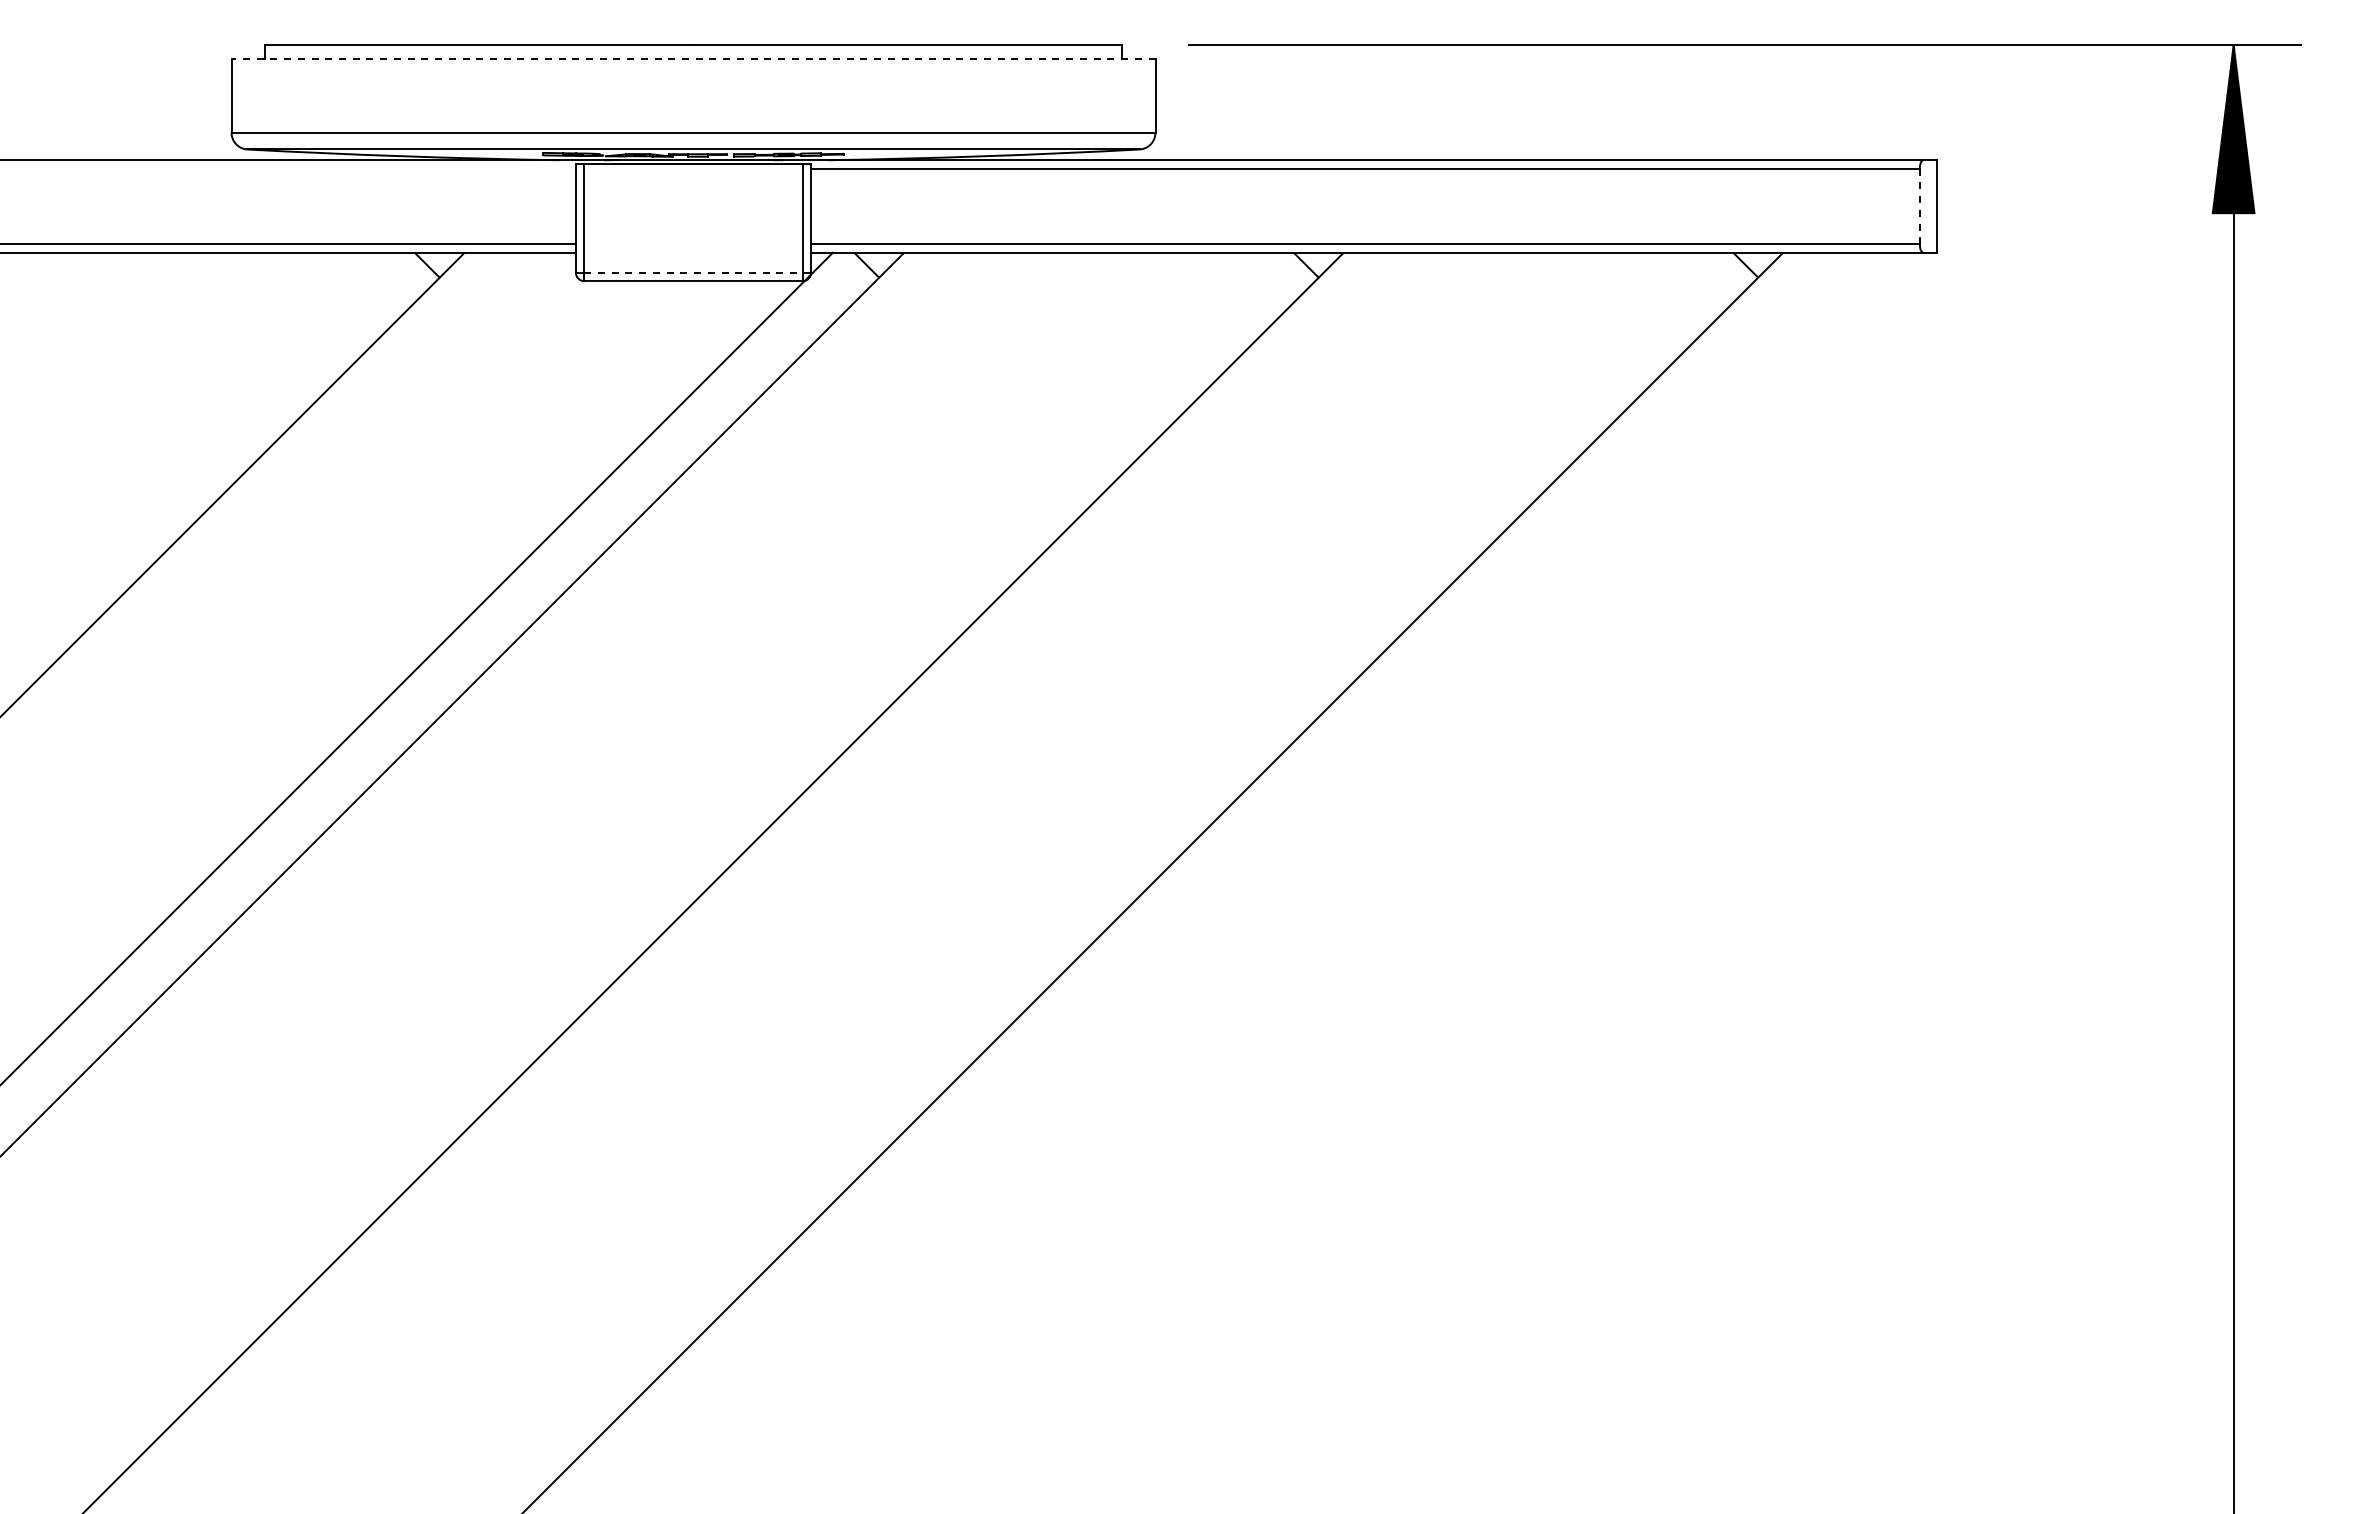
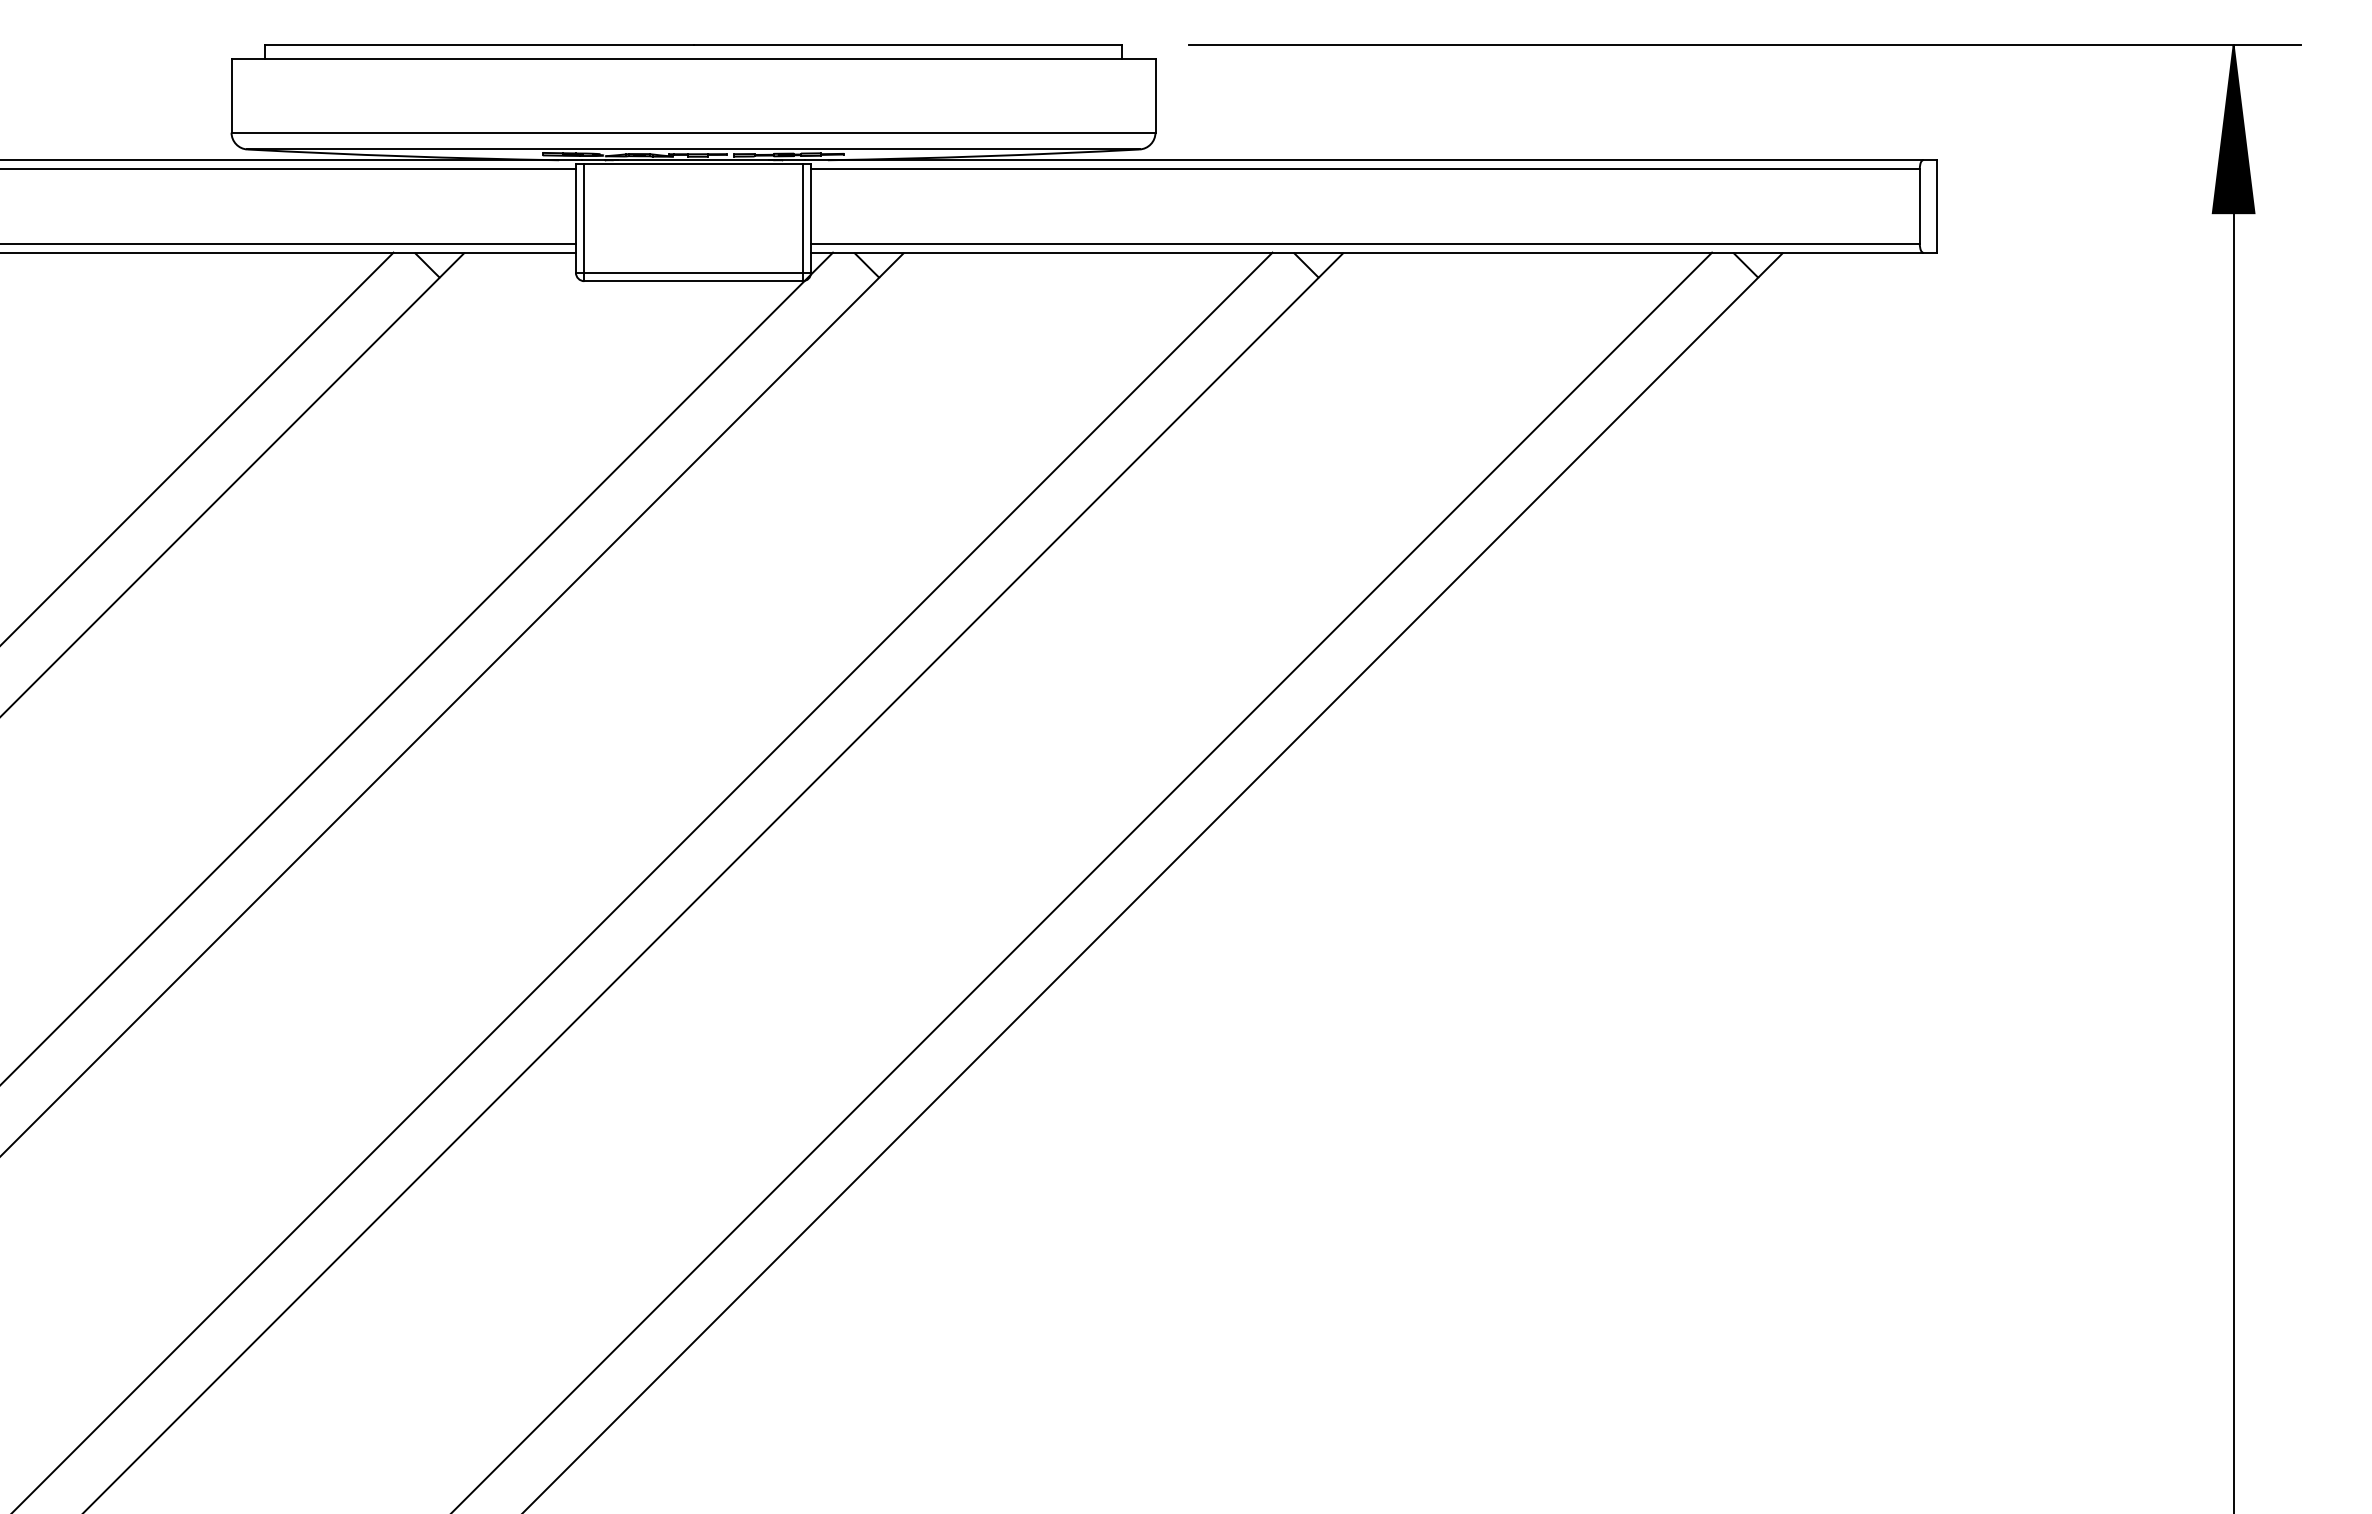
line at (693, 59): dashed -> solid
line at (288, 168): none -> present
line at (1919, 206): dashed -> solid
line at (694, 272): dashed -> solid
line at (197, 447): none -> present
line at (643, 881): none -> present
line at (1083, 881): none -> present
